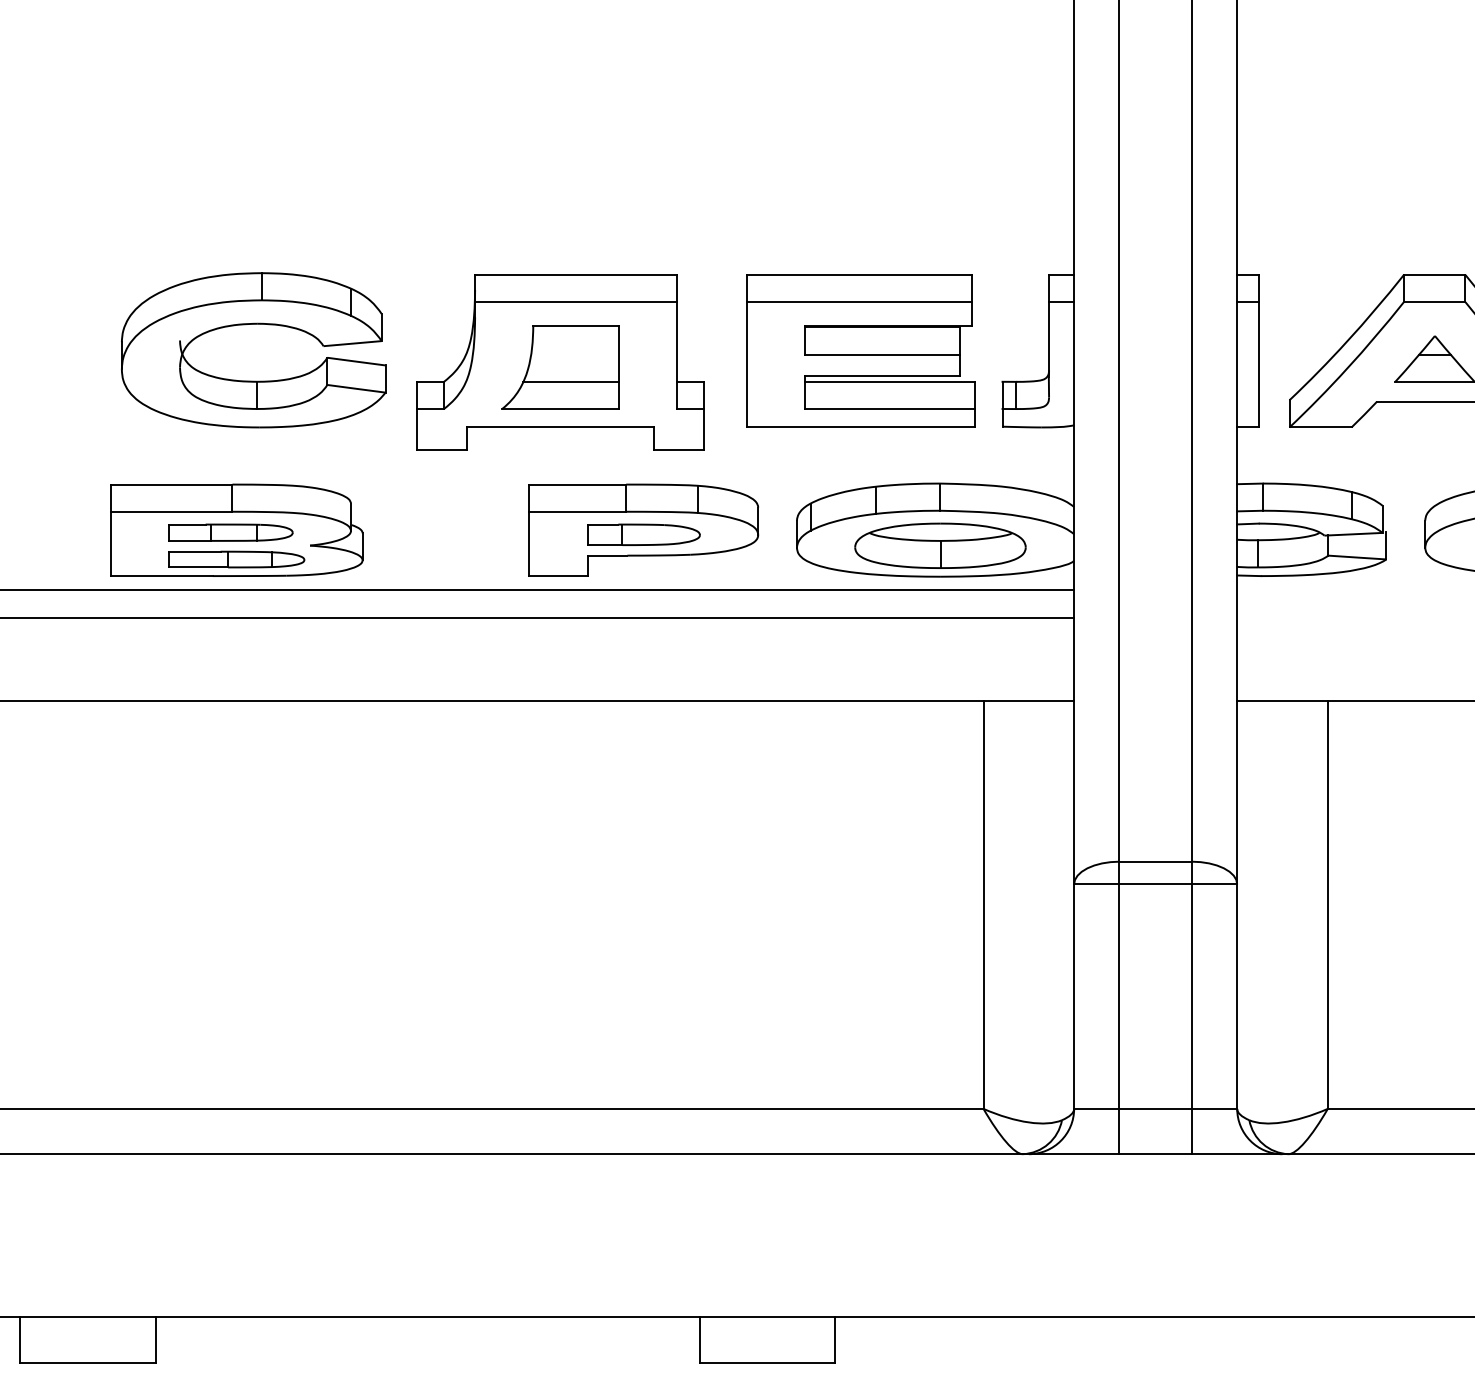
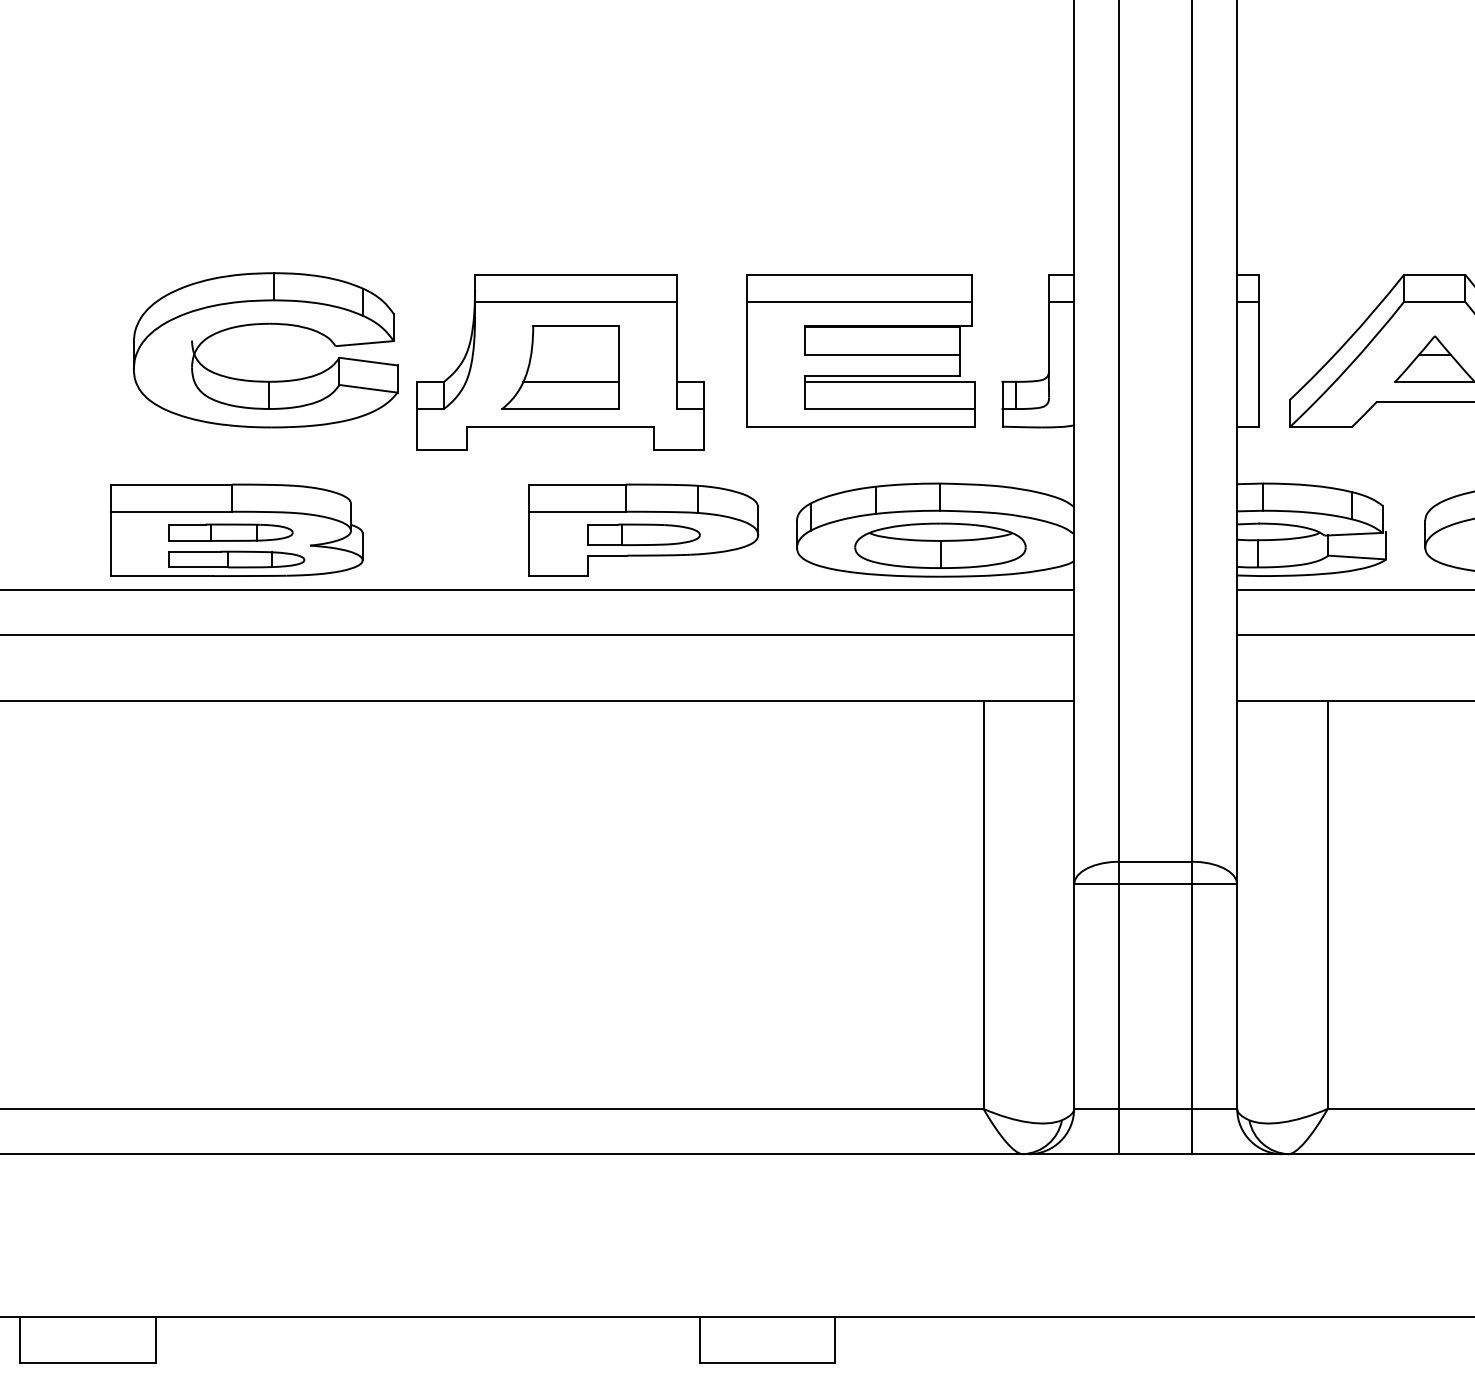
part at (253, 324) position: (253, 324) -> (265, 324)
line at (1354, 589): none -> present
line at (538, 618) position: (538, 618) -> (538, 635)
line at (1354, 635): none -> present
